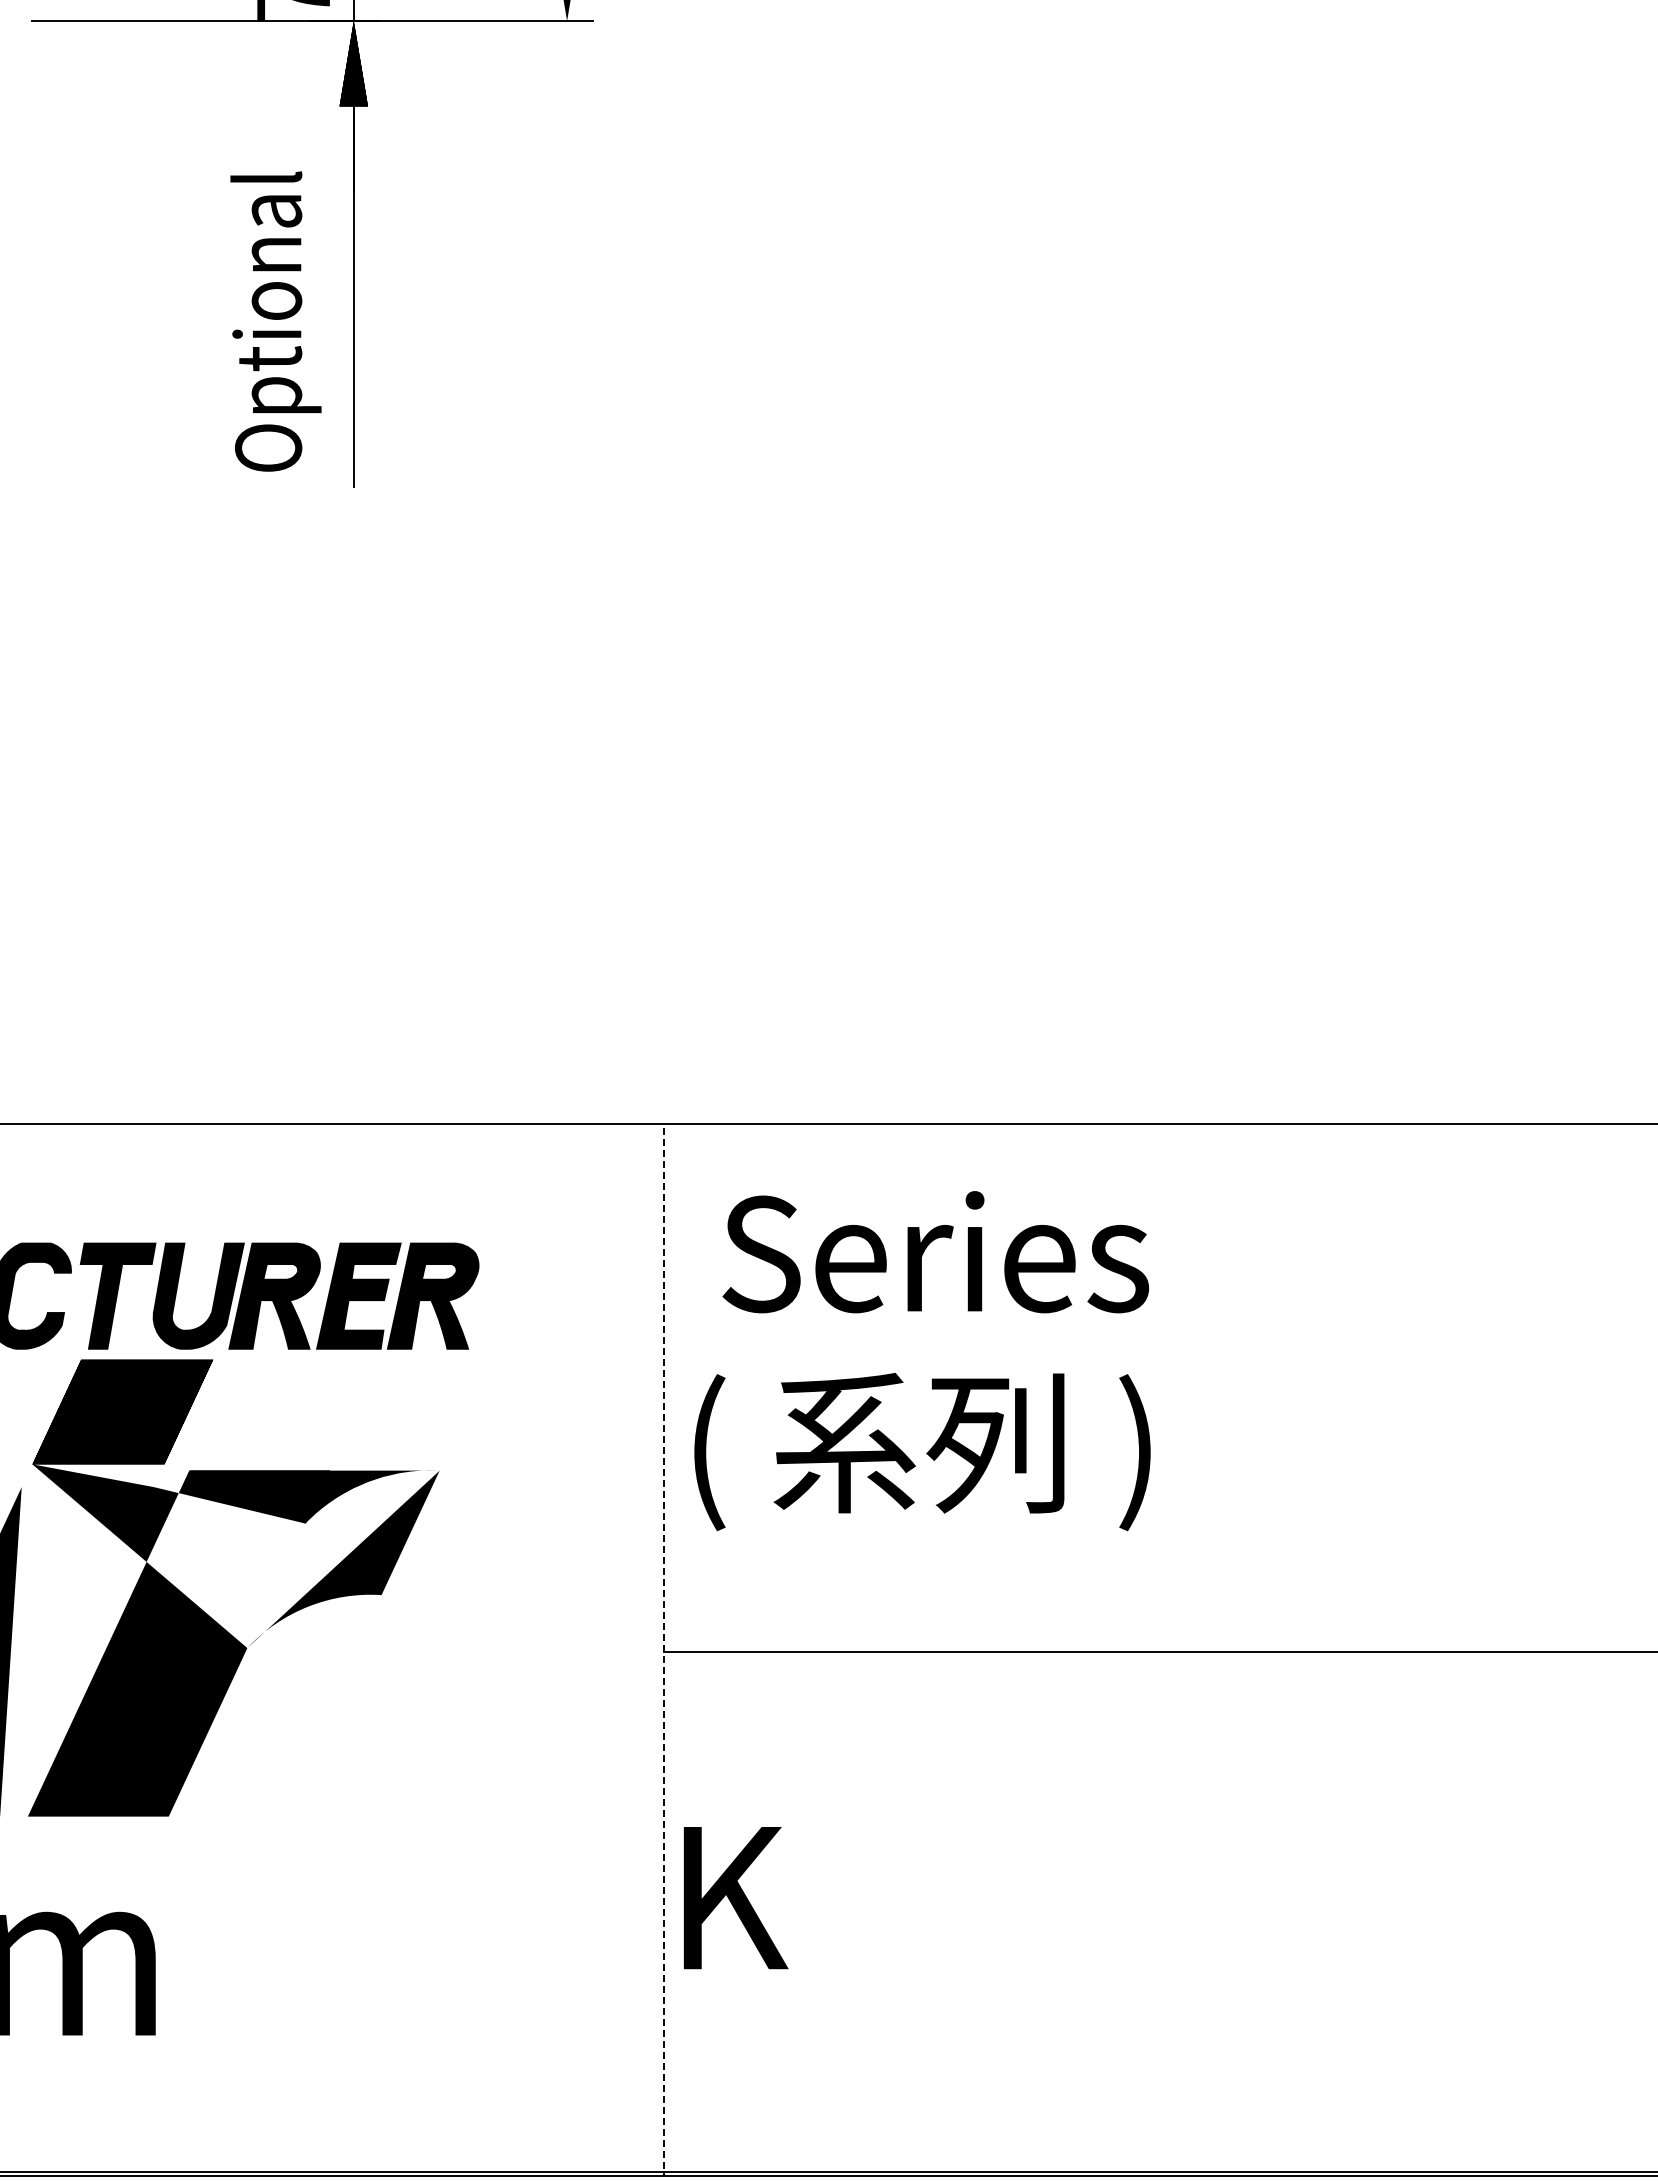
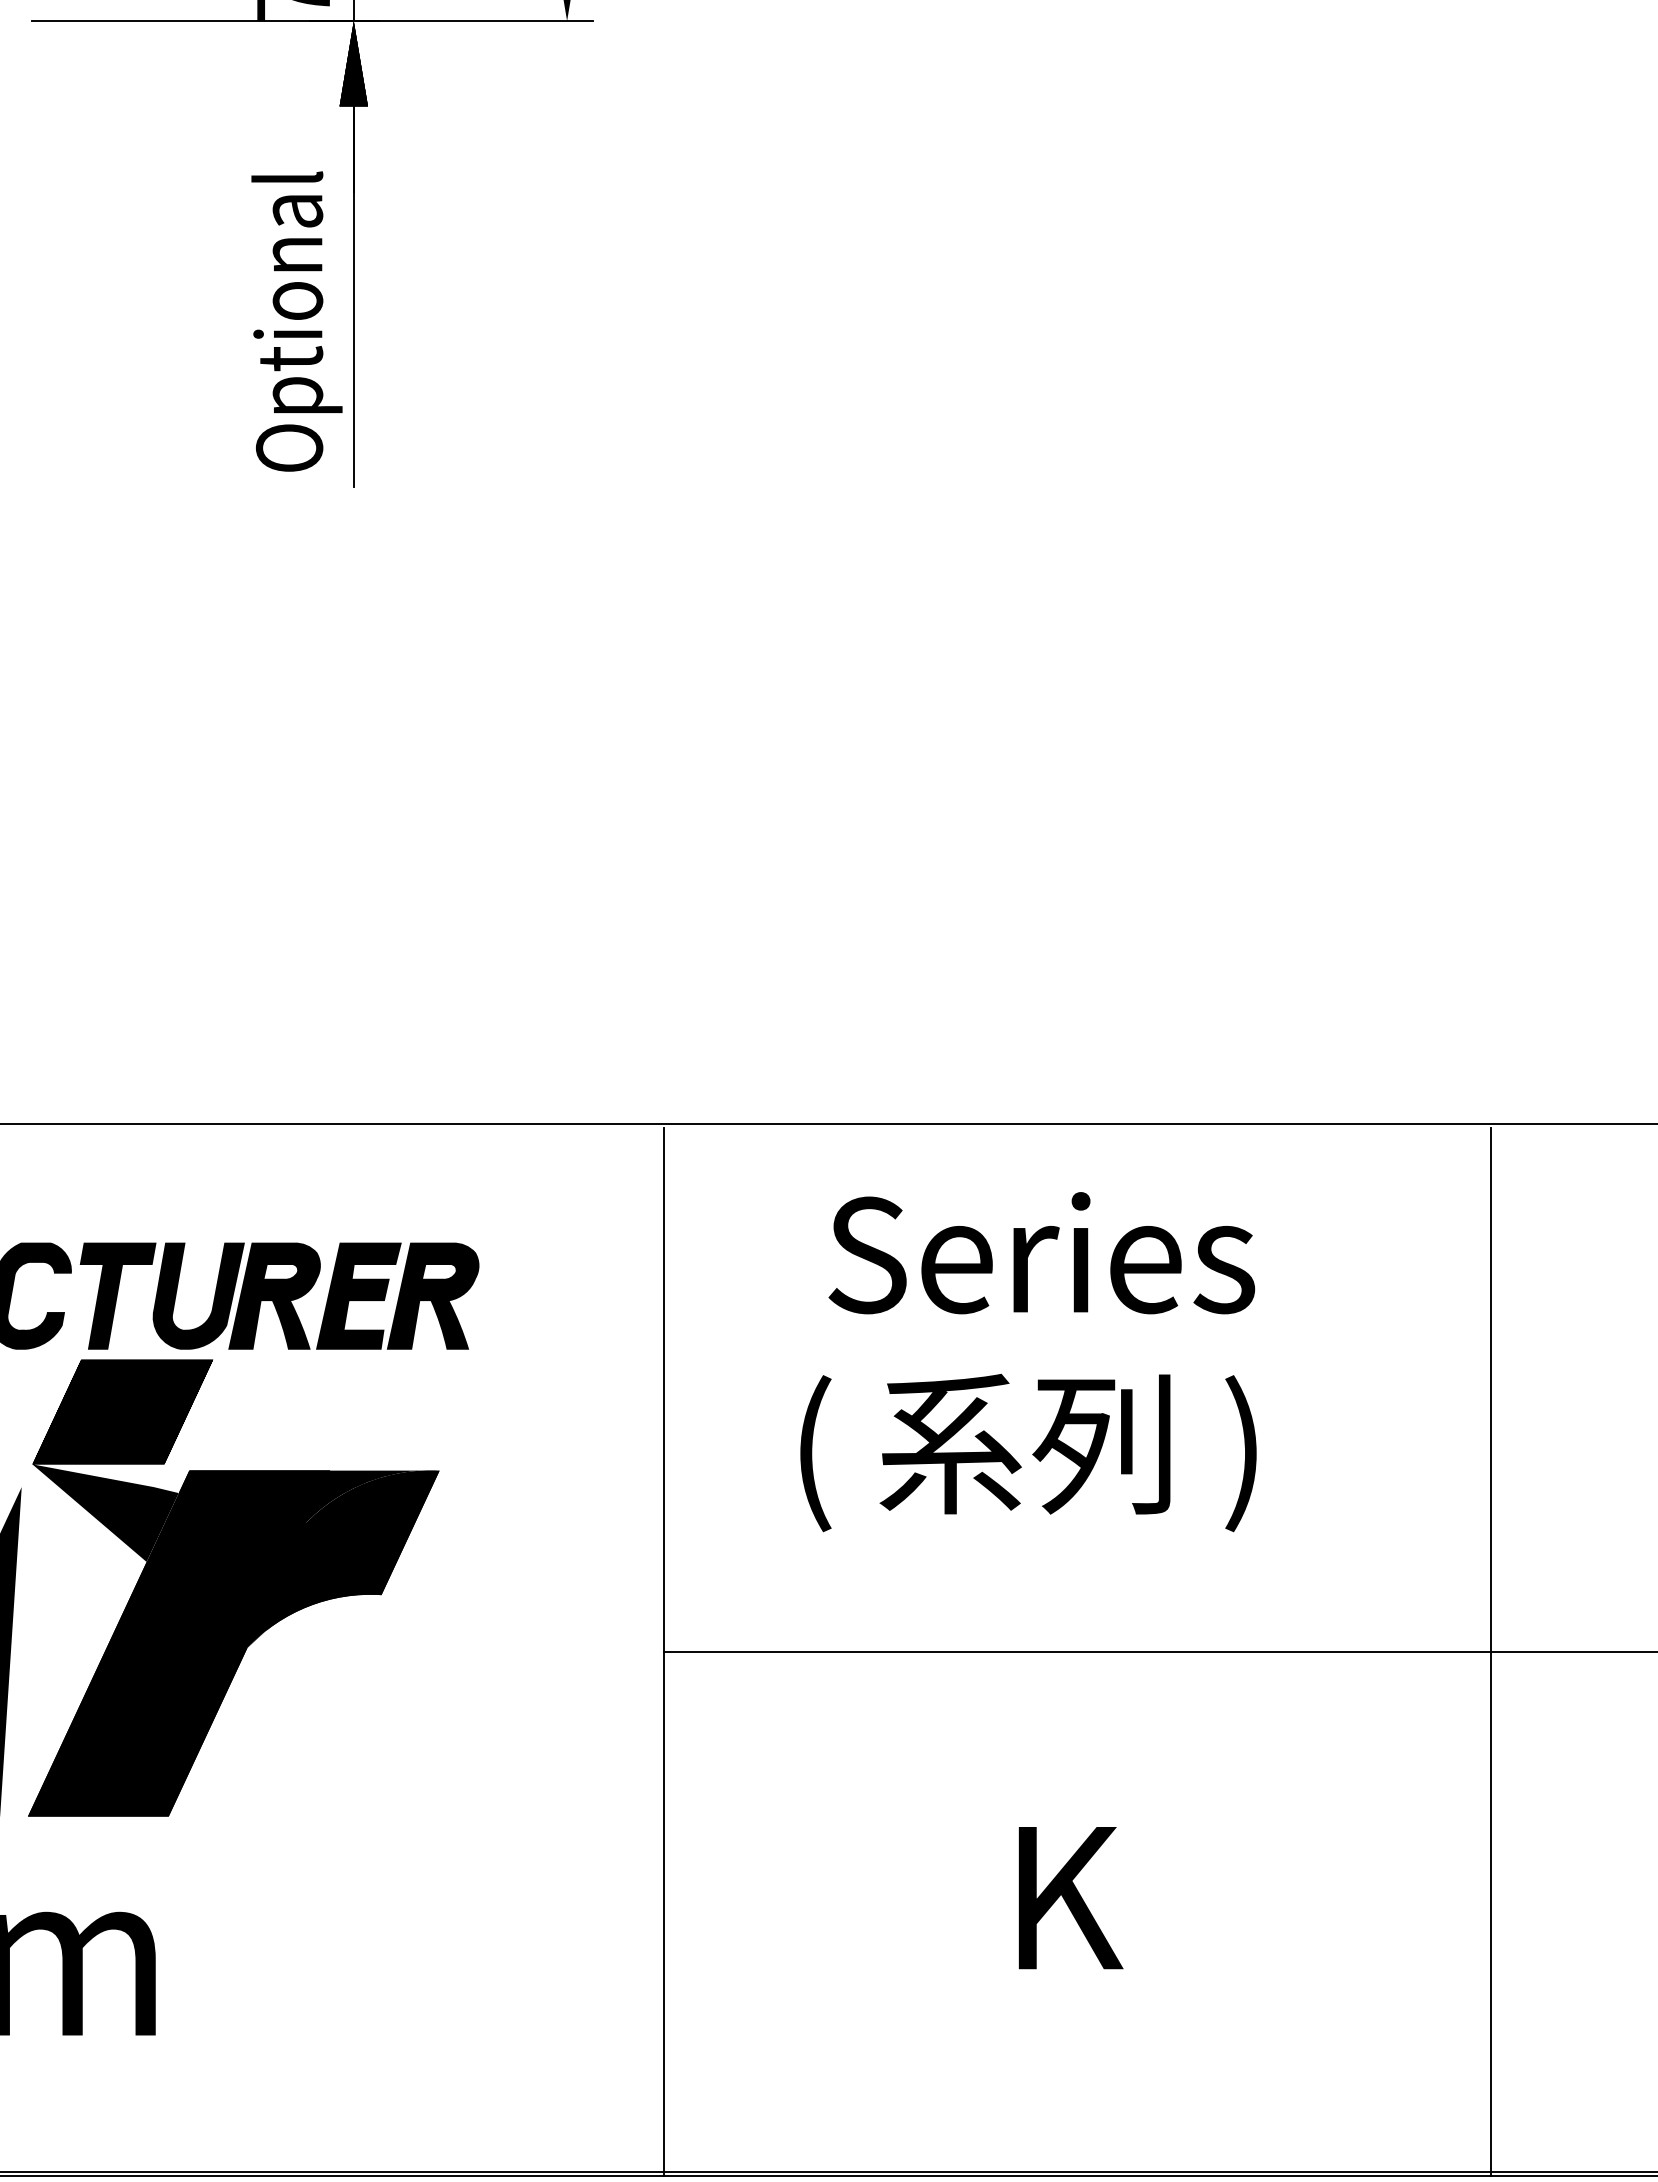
text at (275, 321) position: (275, 321) -> (296, 321)
text at (922, 1361) position: (922, 1361) -> (1028, 1362)
fill at (233, 1643): none -> present
line at (1491, 1651): none -> present
line at (663, 1652): dashed -> solid
text at (735, 1898) position: (735, 1898) -> (1070, 1898)
